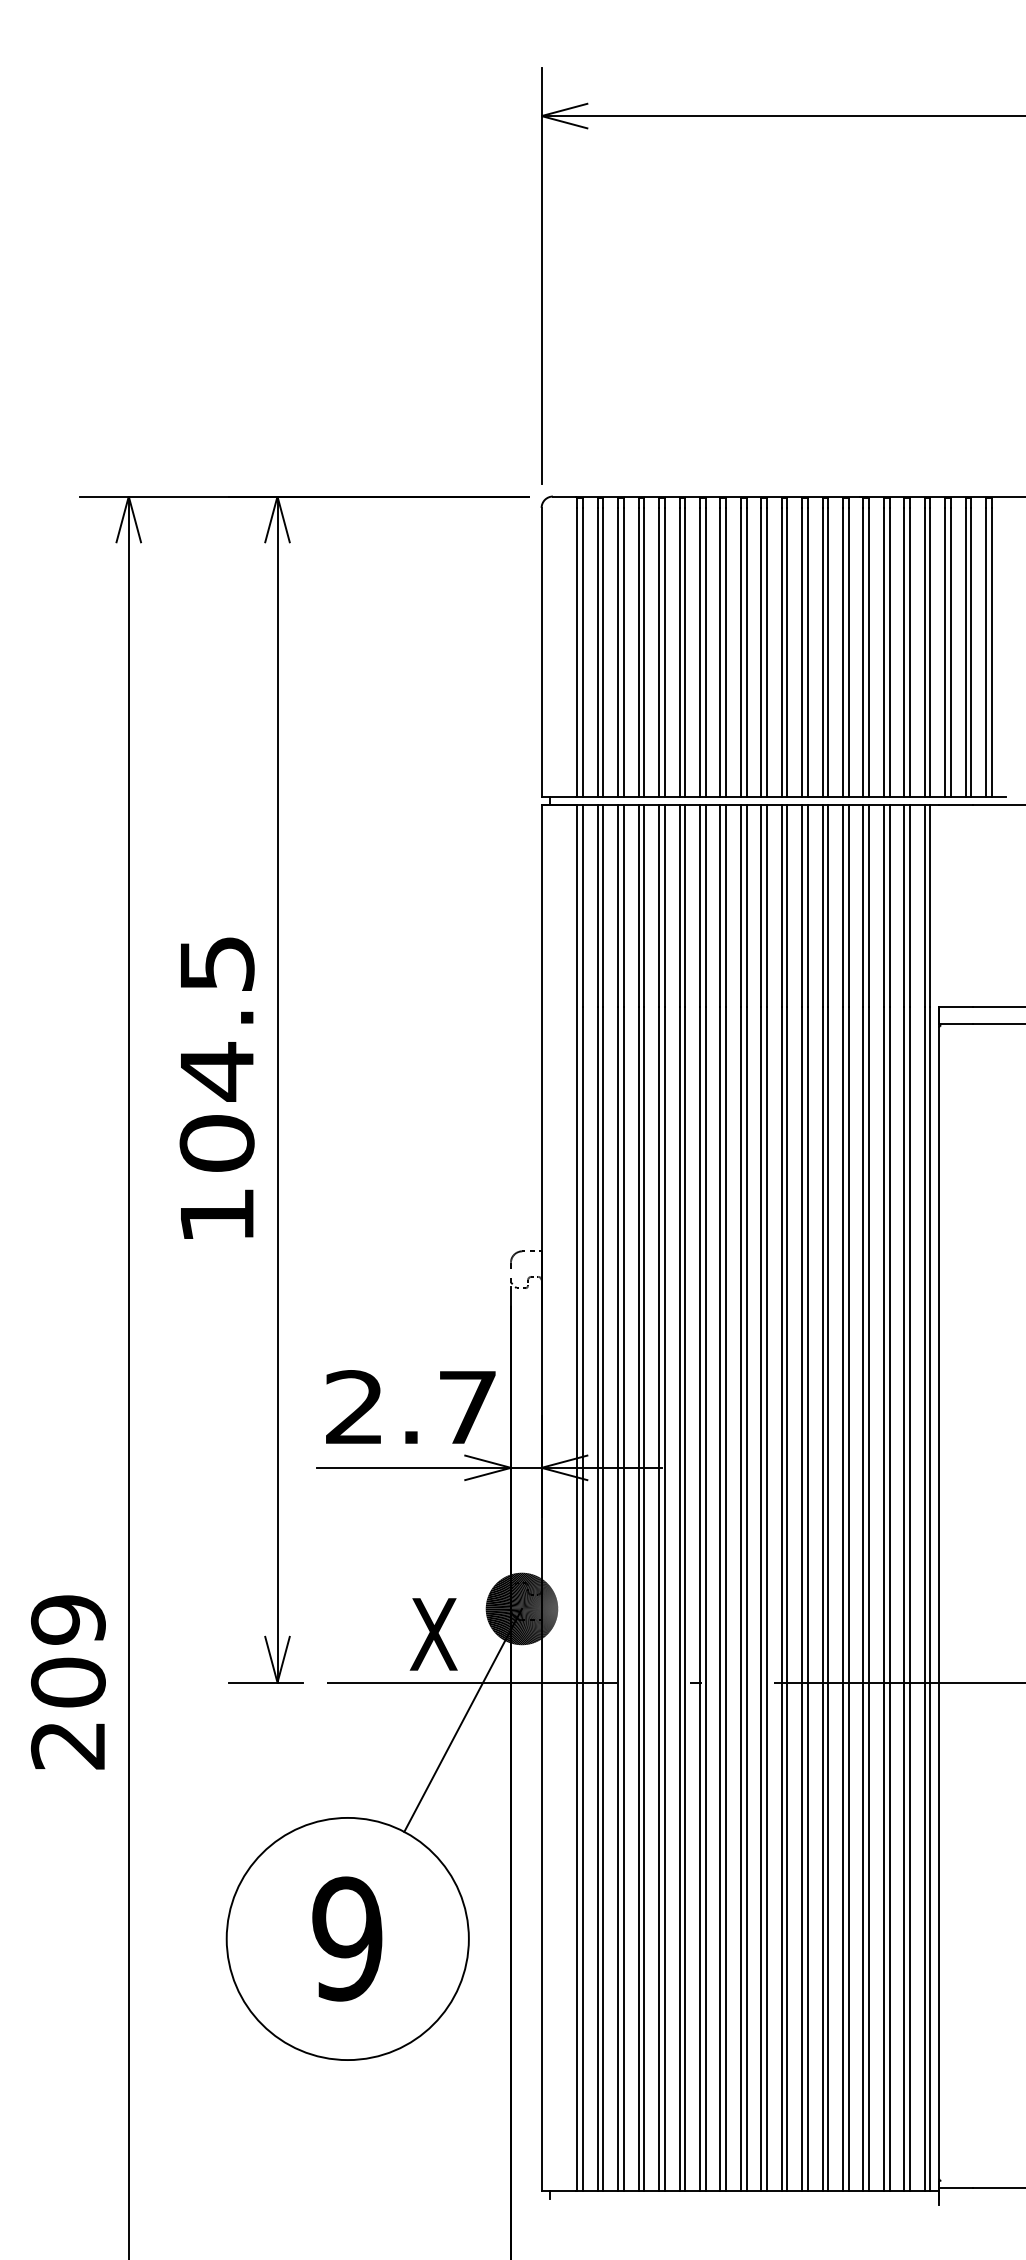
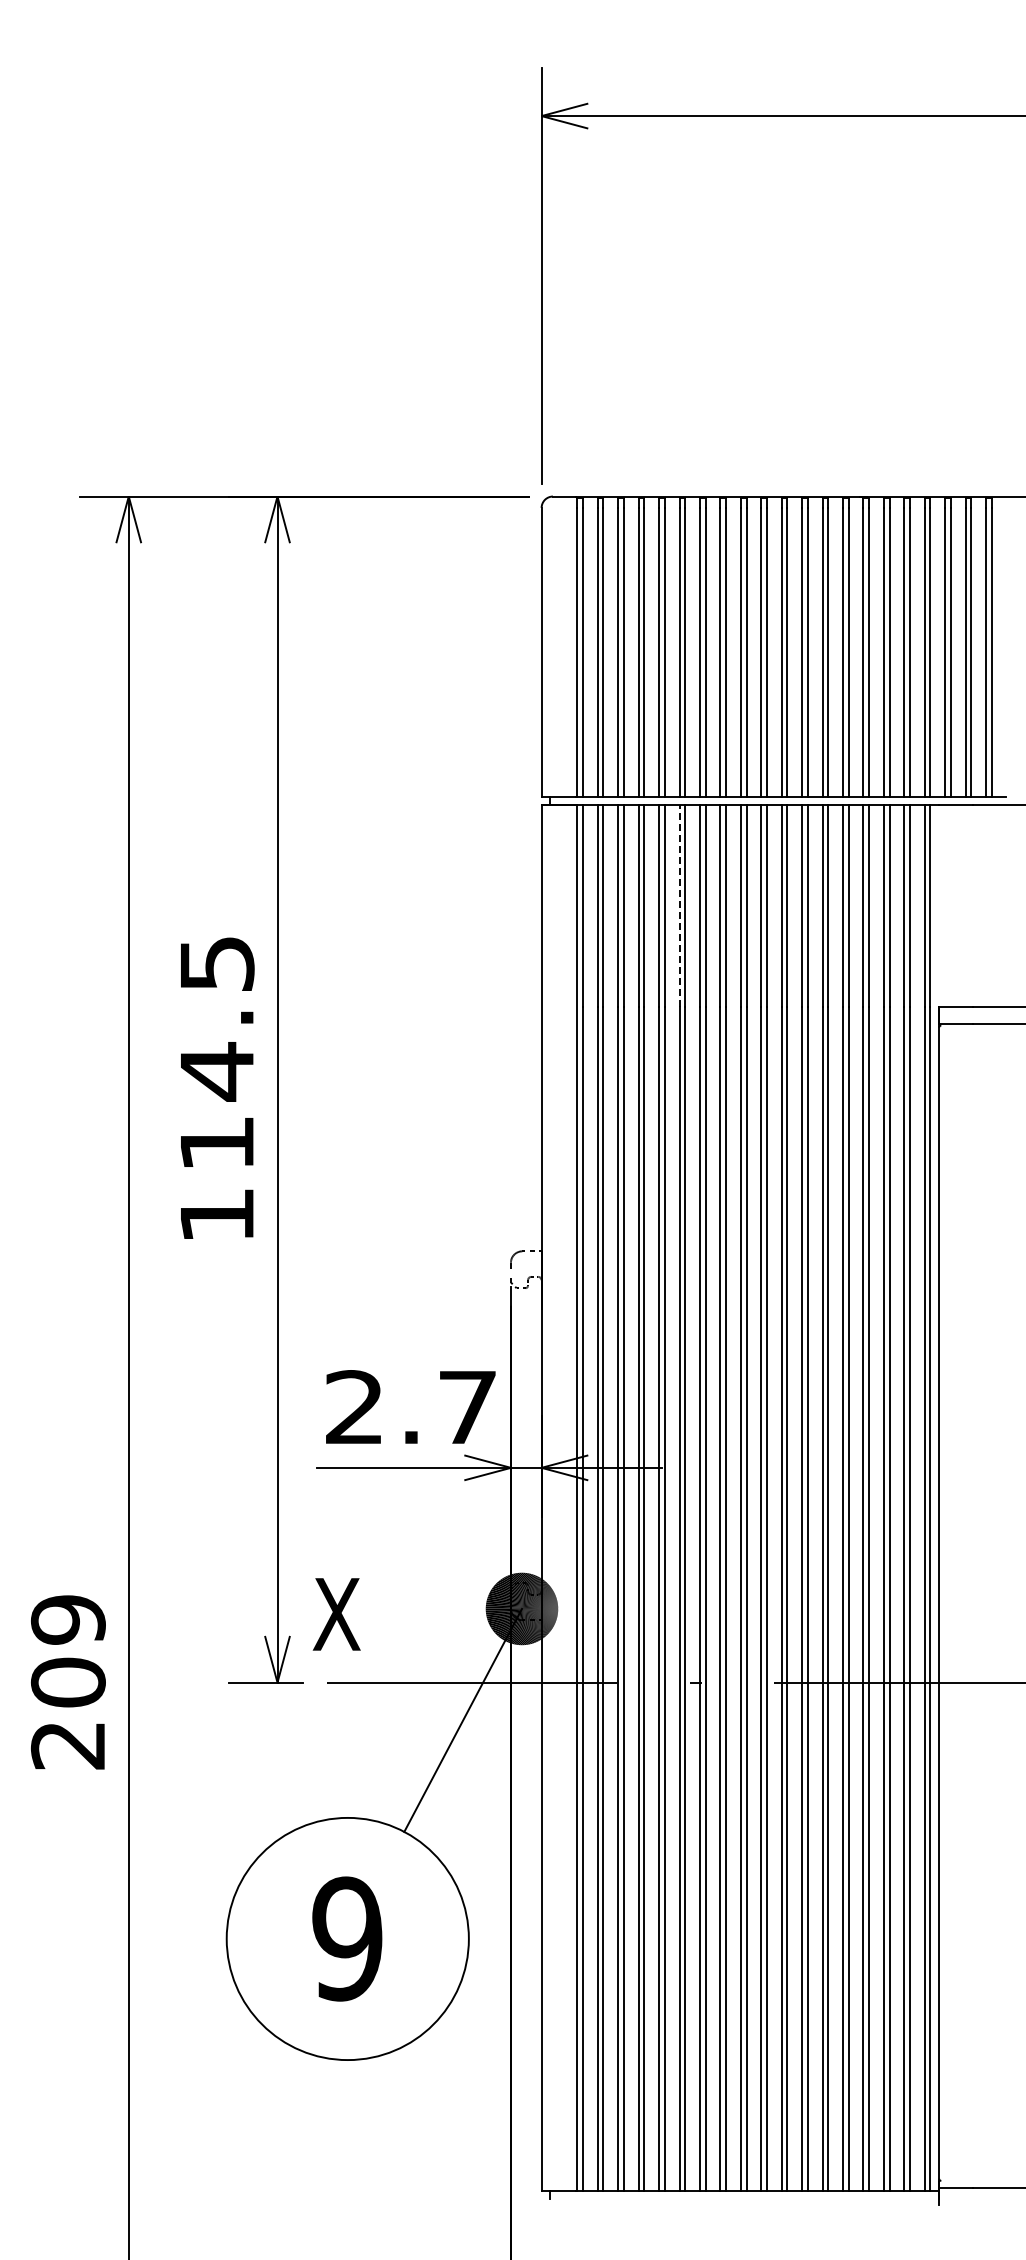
line at (679, 905): solid -> dashed
text at (216, 1143): 104.5 -> 114.5
text at (433, 1634) position: (433, 1634) -> (336, 1614)
